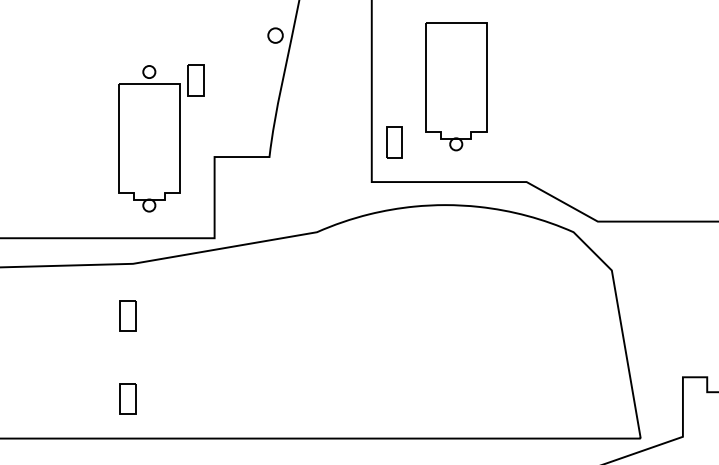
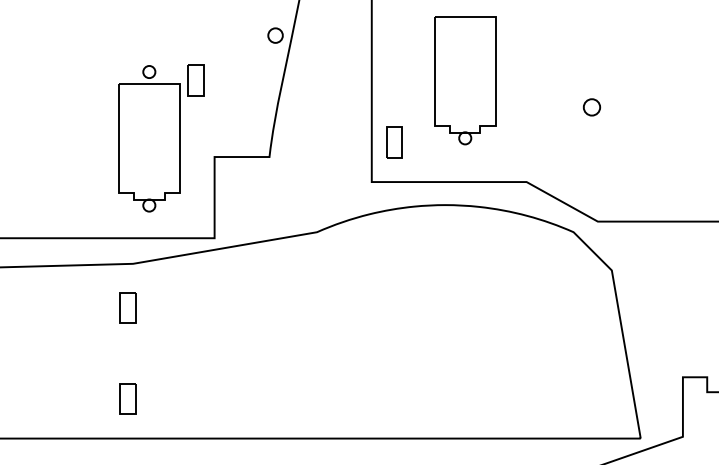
part at (456, 86) position: (456, 86) -> (465, 80)
part at (591, 107): none -> present
part at (127, 315) position: (127, 315) -> (127, 307)
